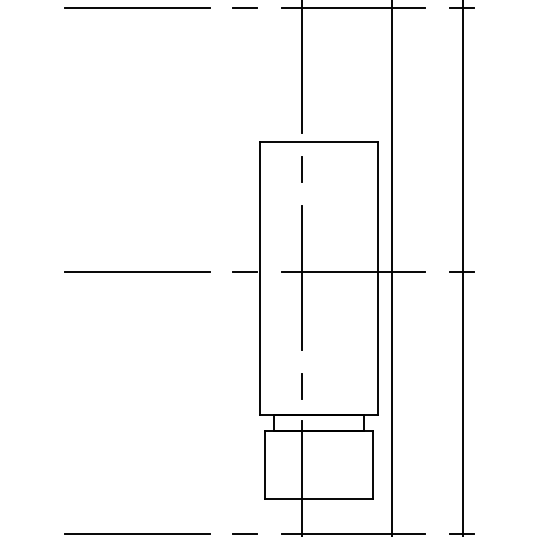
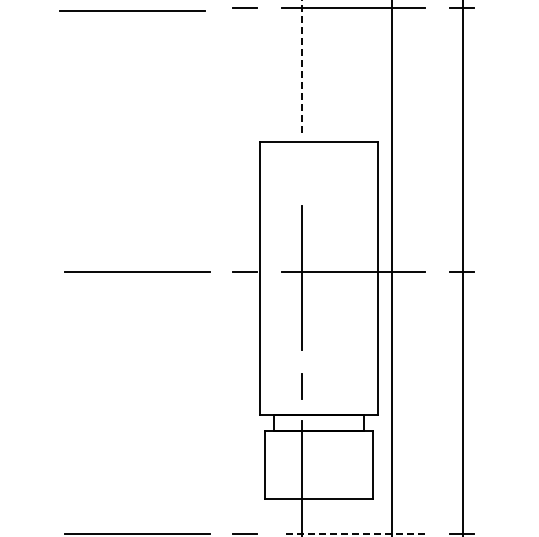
line at (137, 7) position: (137, 7) -> (132, 10)
line at (301, 66): solid -> dashed
line at (301, 169): present -> none
line at (353, 534): solid -> dashed
